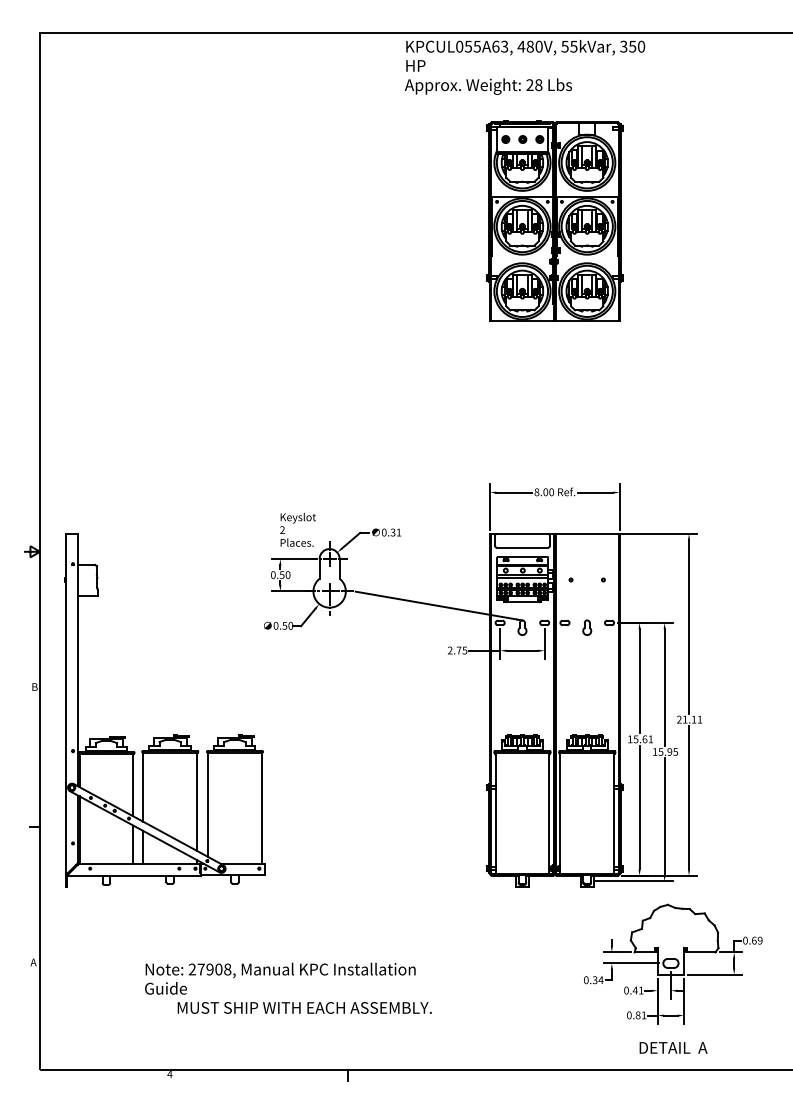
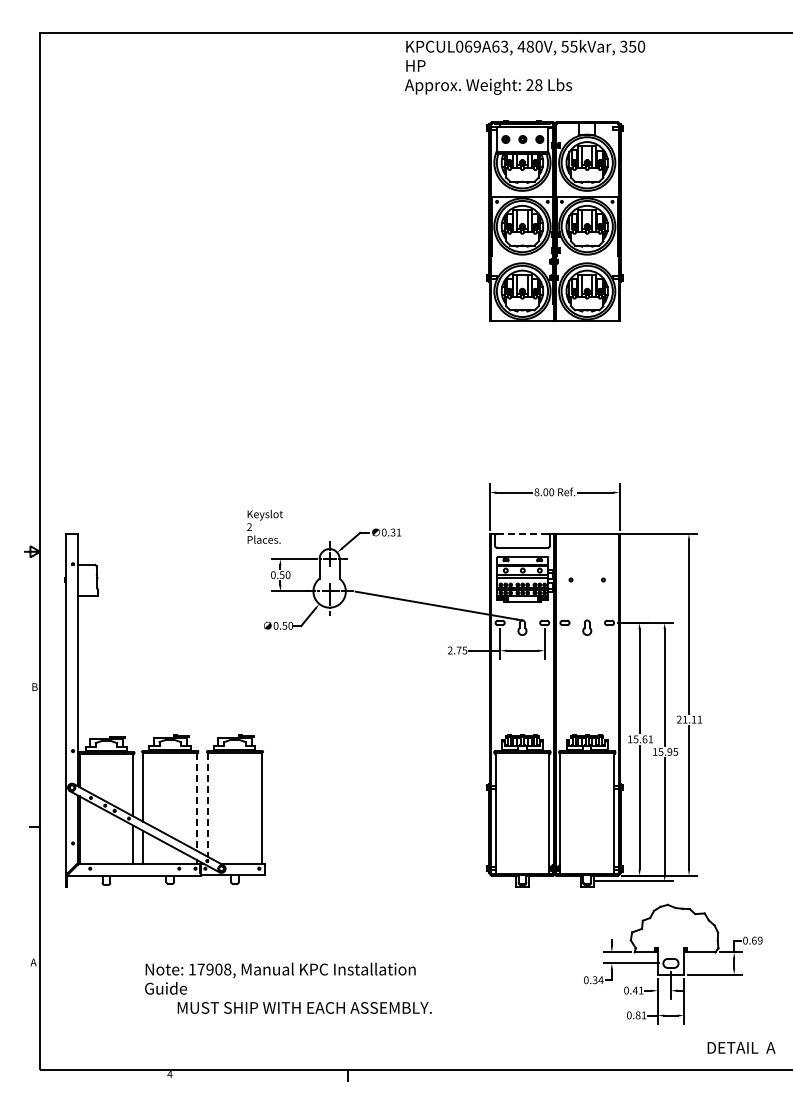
text at (472, 46): KPCUL055A63, -> KPCUL069A63,
text at (297, 529) position: (297, 529) -> (264, 526)
line at (522, 533): solid -> dashed
line at (197, 802): solid -> dashed
line at (208, 805): solid -> dashed
text at (191, 969): 27908, -> 17908,
text at (673, 1047) position: (673, 1047) -> (741, 1047)
